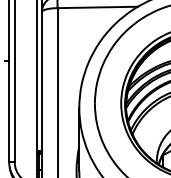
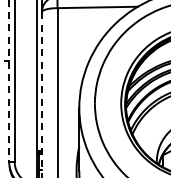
line at (9, 81): solid -> dashed
line at (41, 95): solid -> dashed
